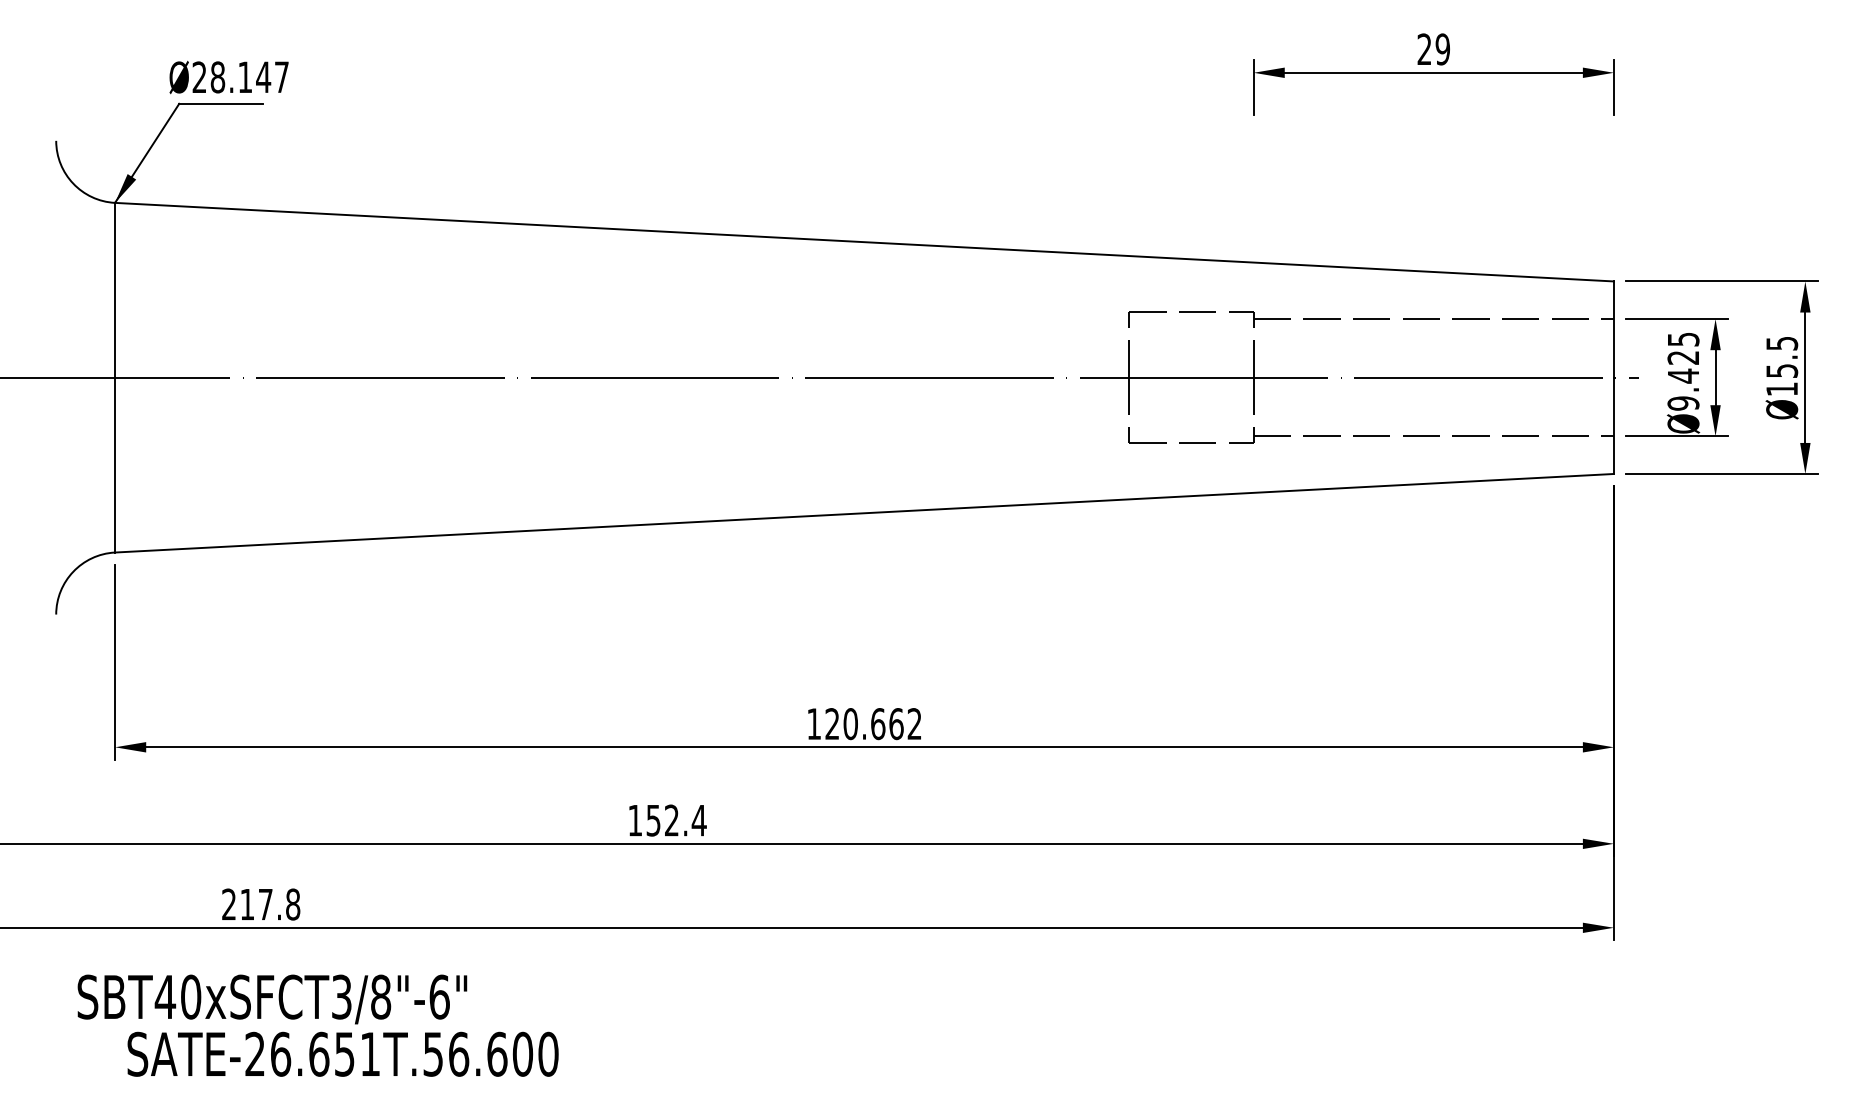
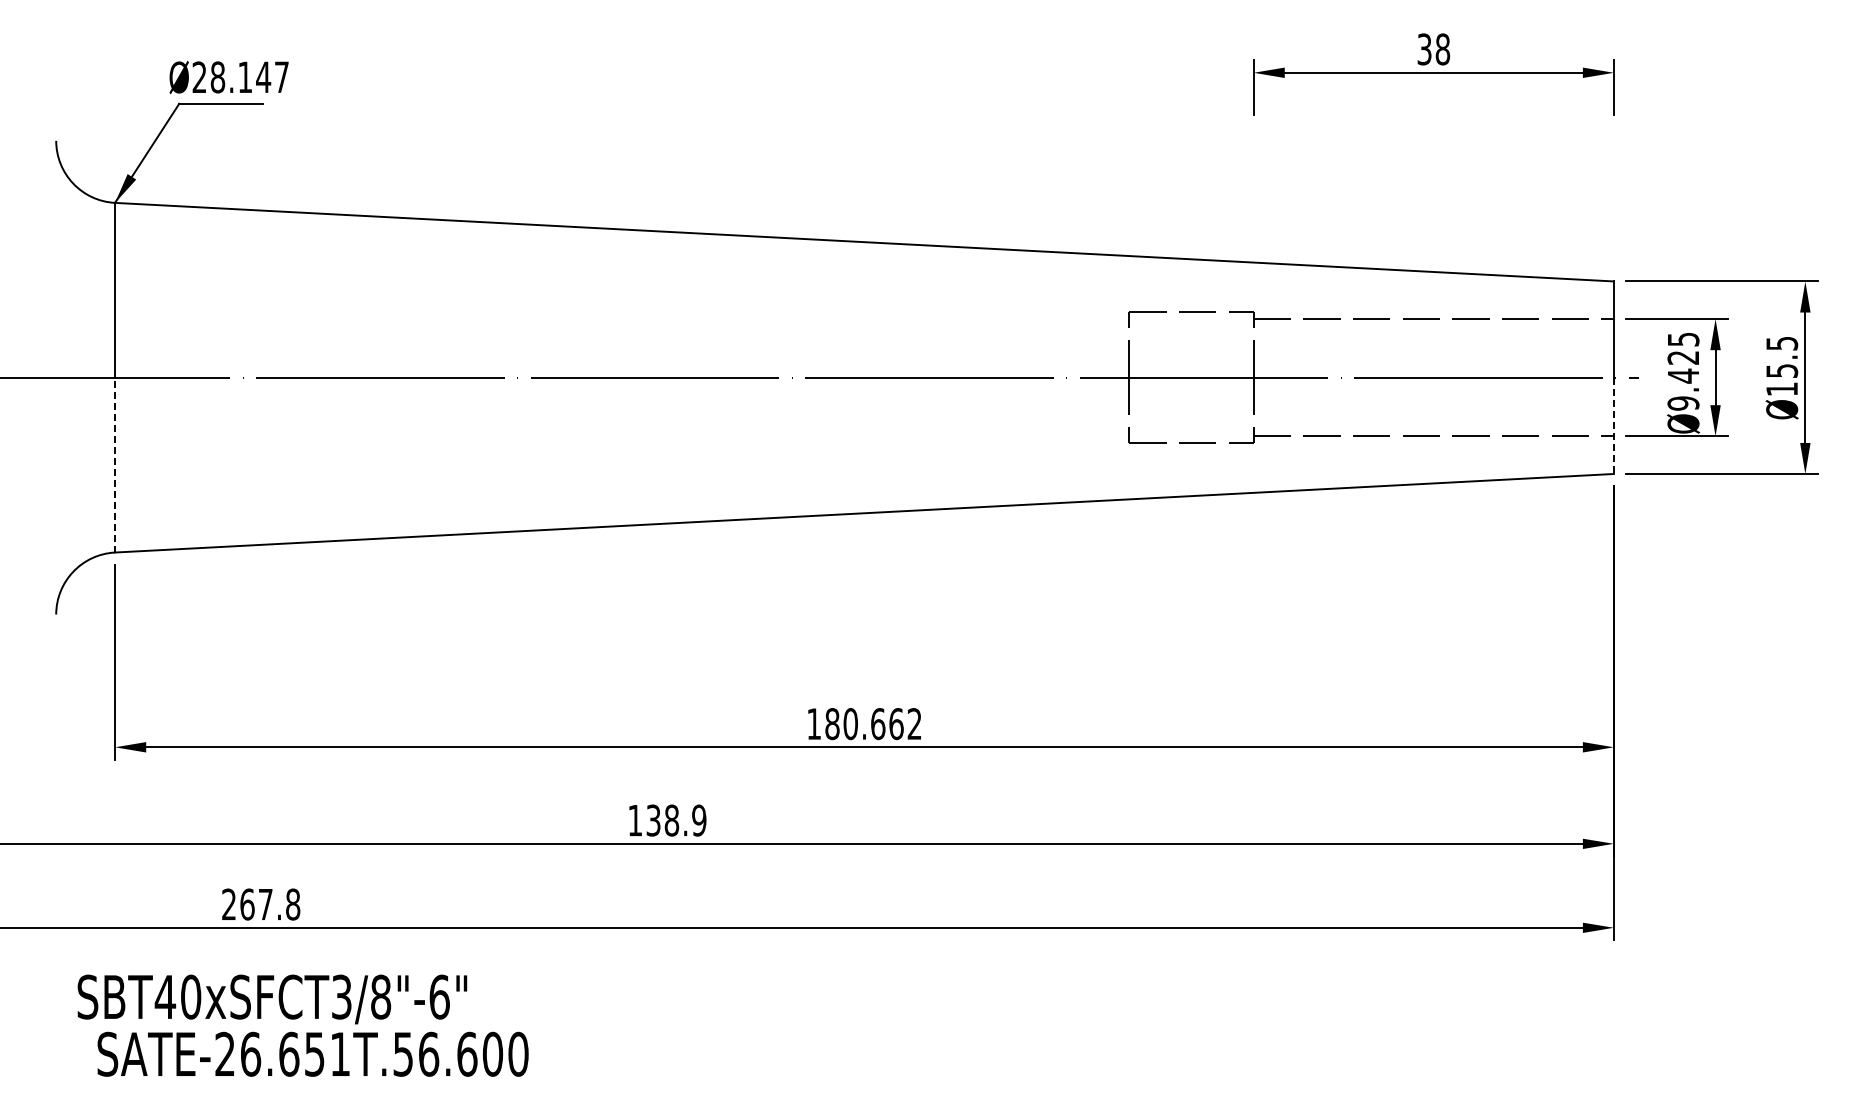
text at (1433, 49): 29 -> 38
line at (1613, 426): solid -> dashed
line at (115, 464): solid -> dashed
text at (832, 724): 120.662 -> 180.662
text at (676, 820): 152.4 -> 138.9
text at (247, 904): 217.8 -> 267.8
text at (342, 1053) position: (342, 1053) -> (312, 1053)
